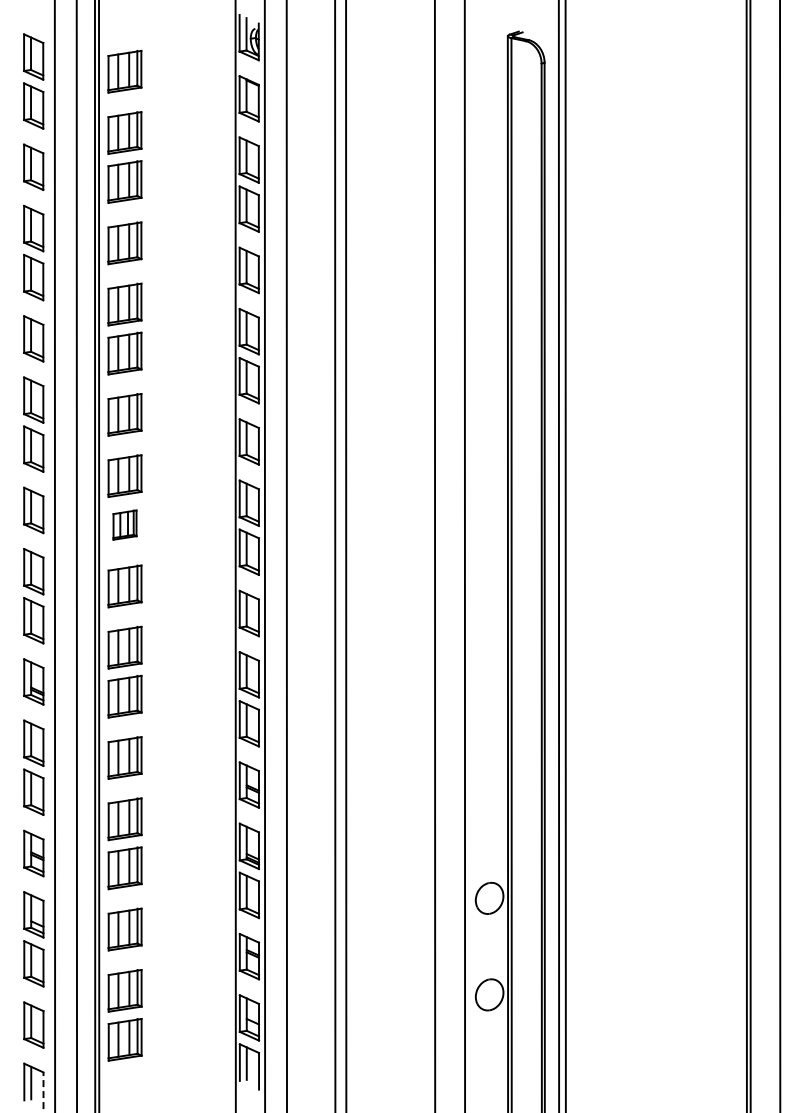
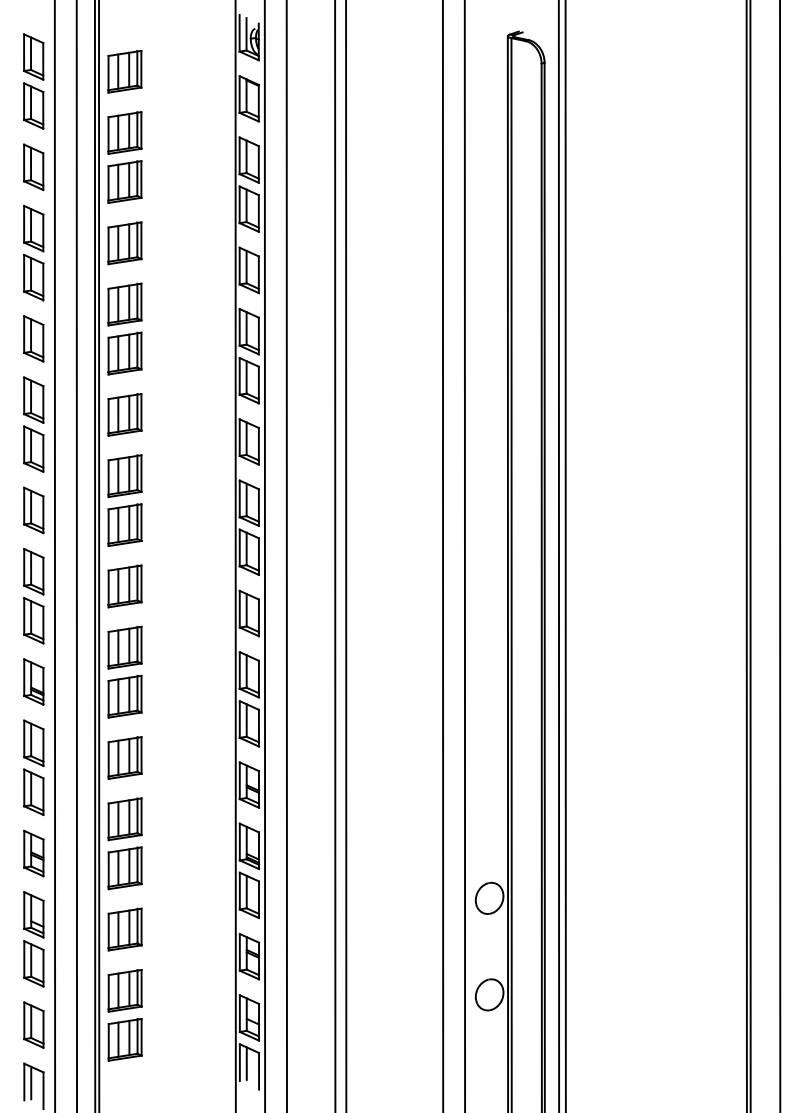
part at (124, 524) size: 26x32 px -> 36x44 px
line at (434, 555) position: (434, 555) -> (442, 555)
line at (43, 1090): dashed -> solid
